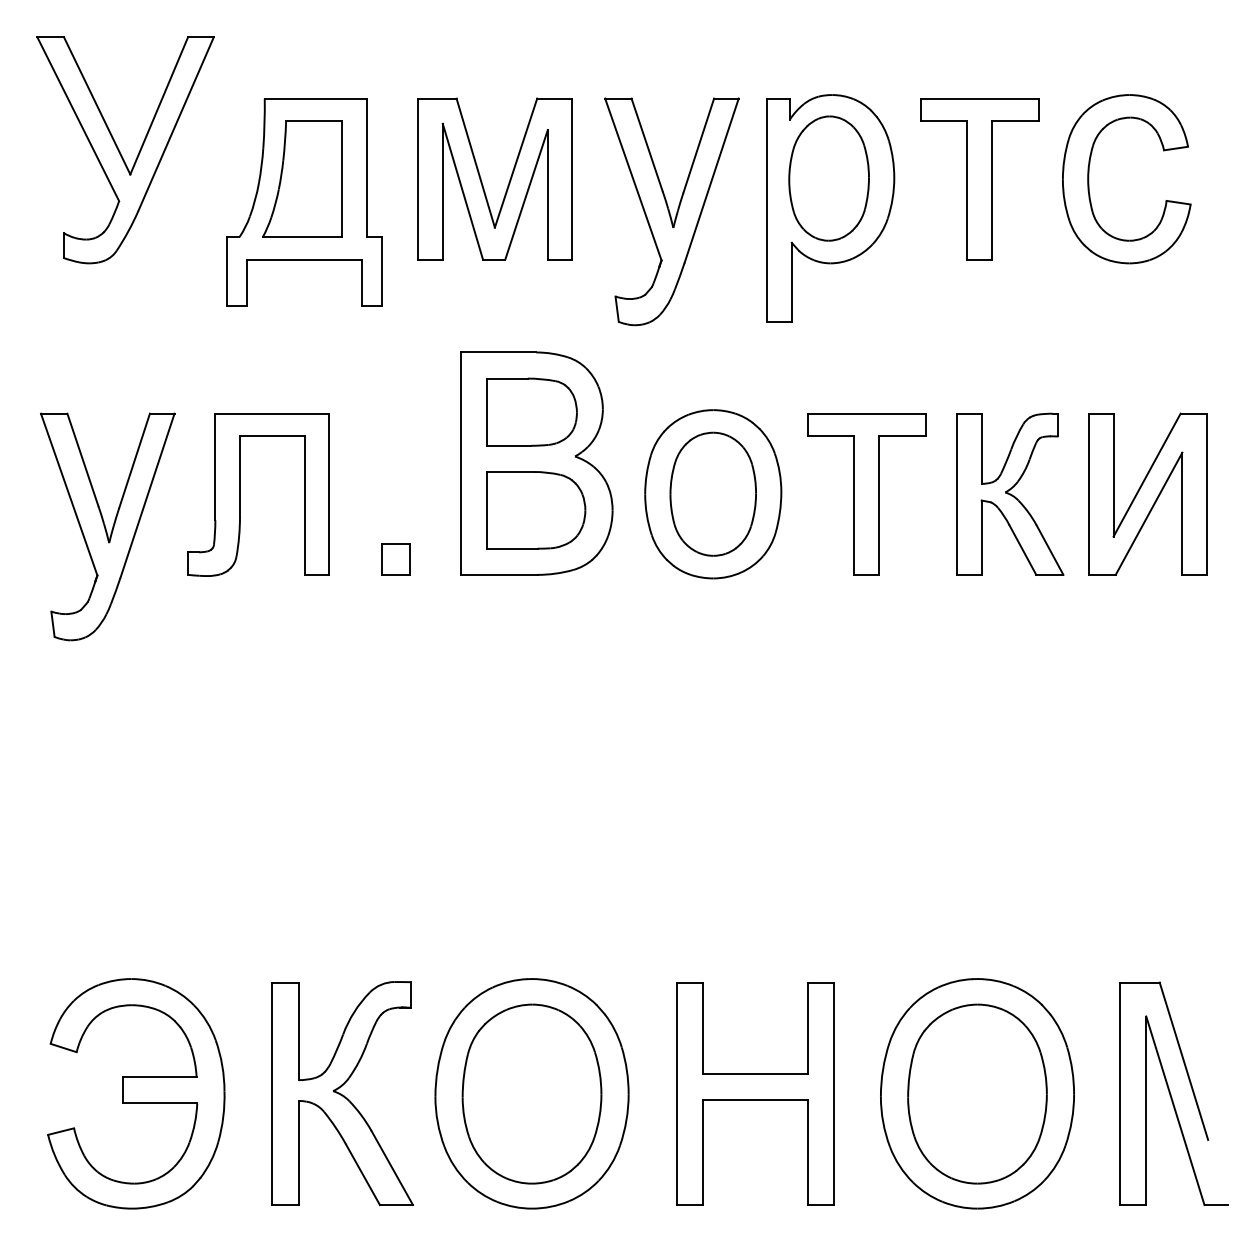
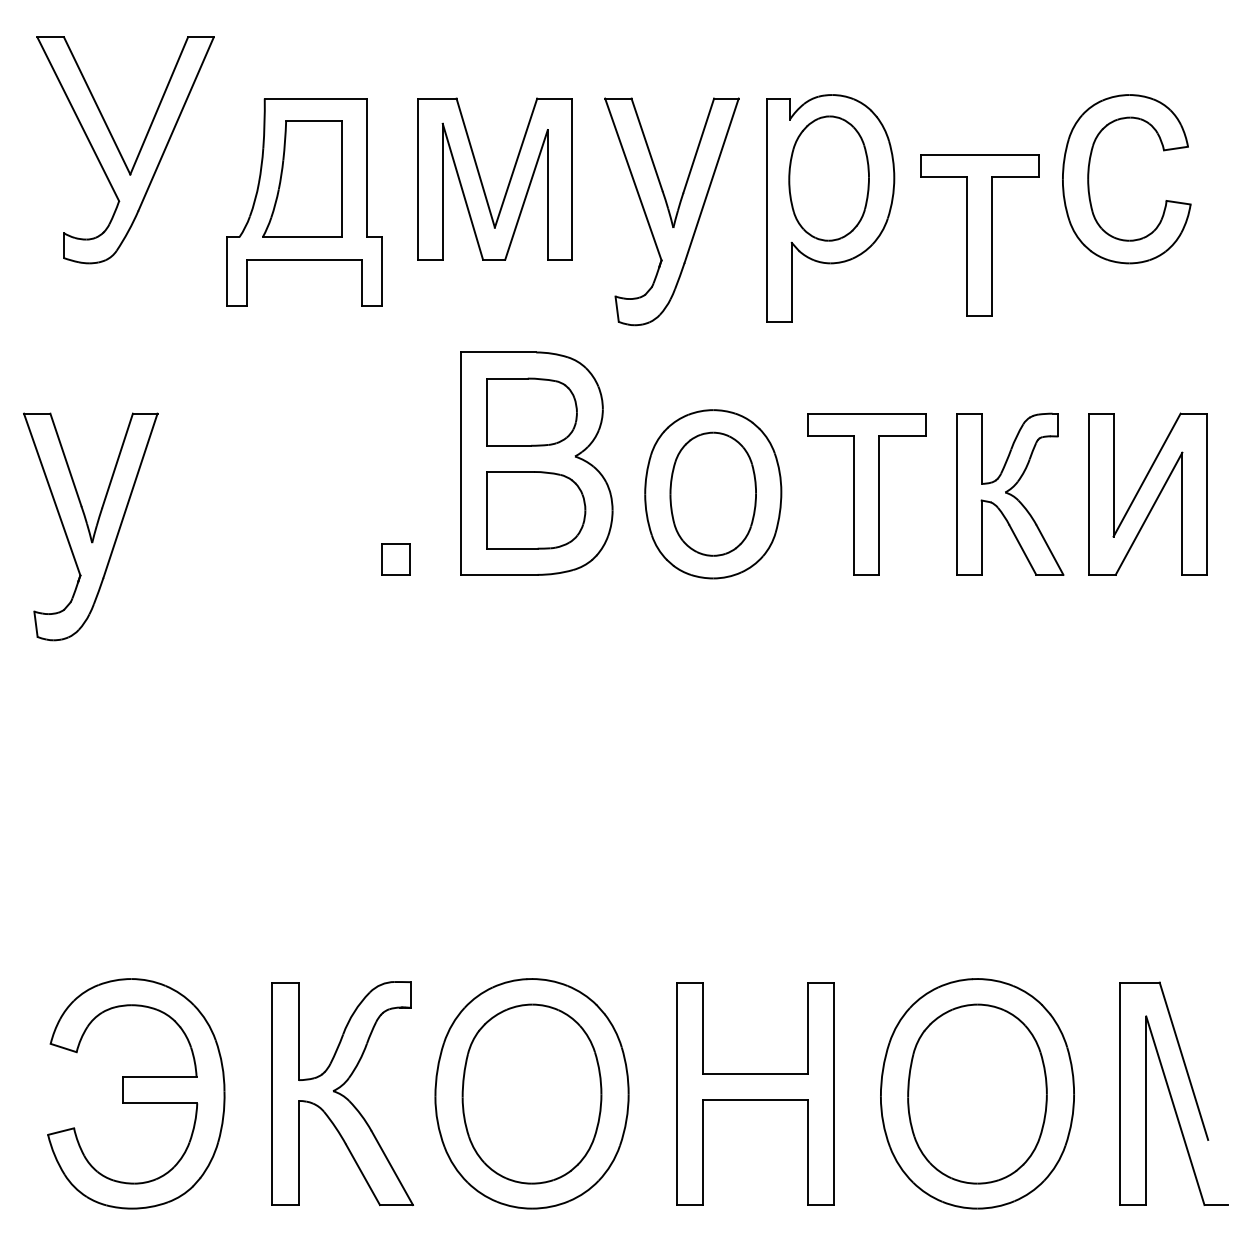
part at (979, 179) position: (979, 179) -> (979, 235)
part at (240, 494): present -> none
part at (107, 526) position: (107, 526) -> (90, 526)
